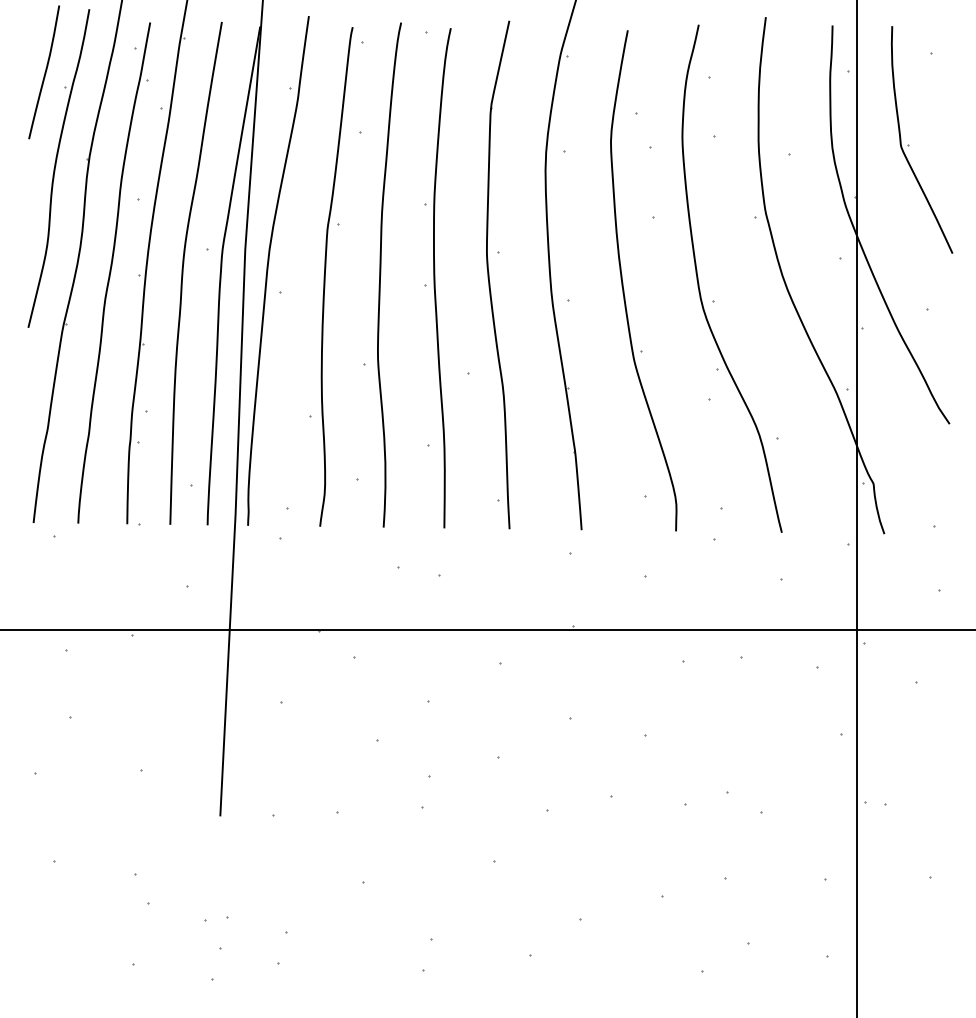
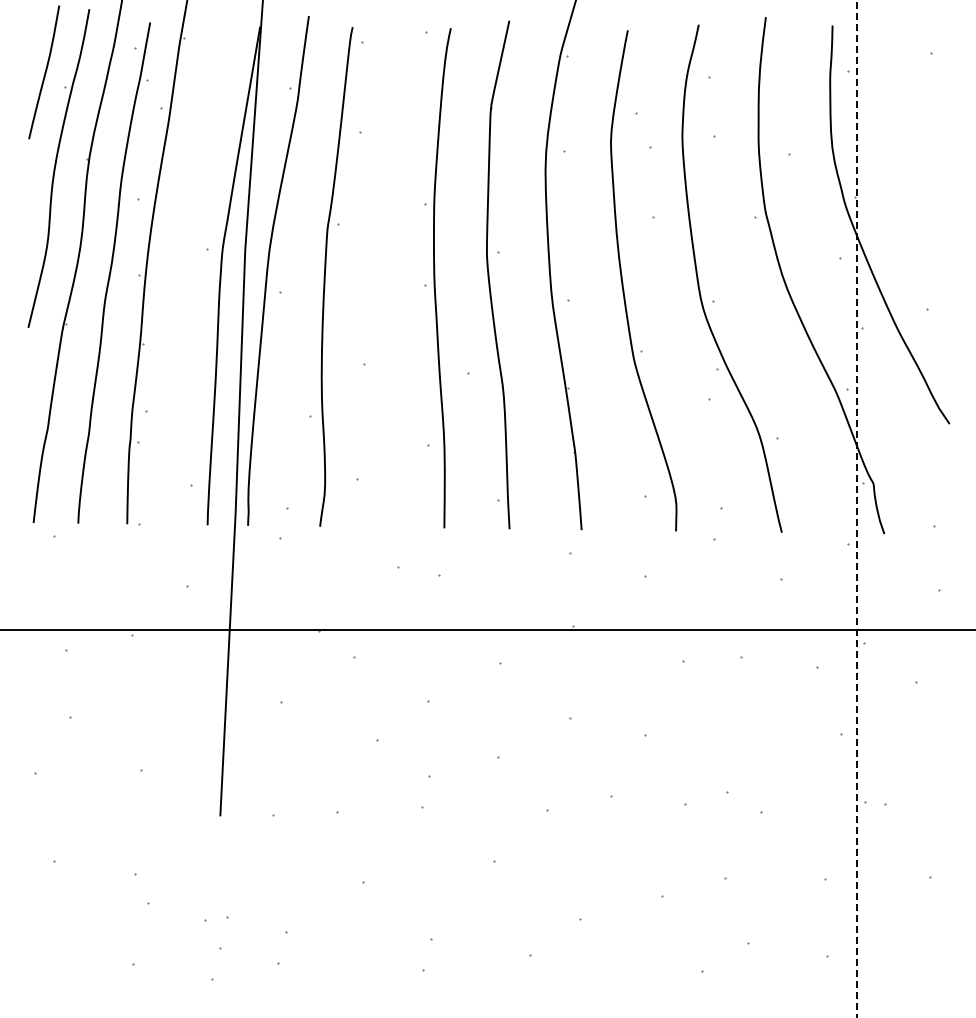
part at (909, 145): present -> none
curve at (183, 272): present -> none
curve at (381, 274): present -> none
line at (856, 509): solid -> dashed
